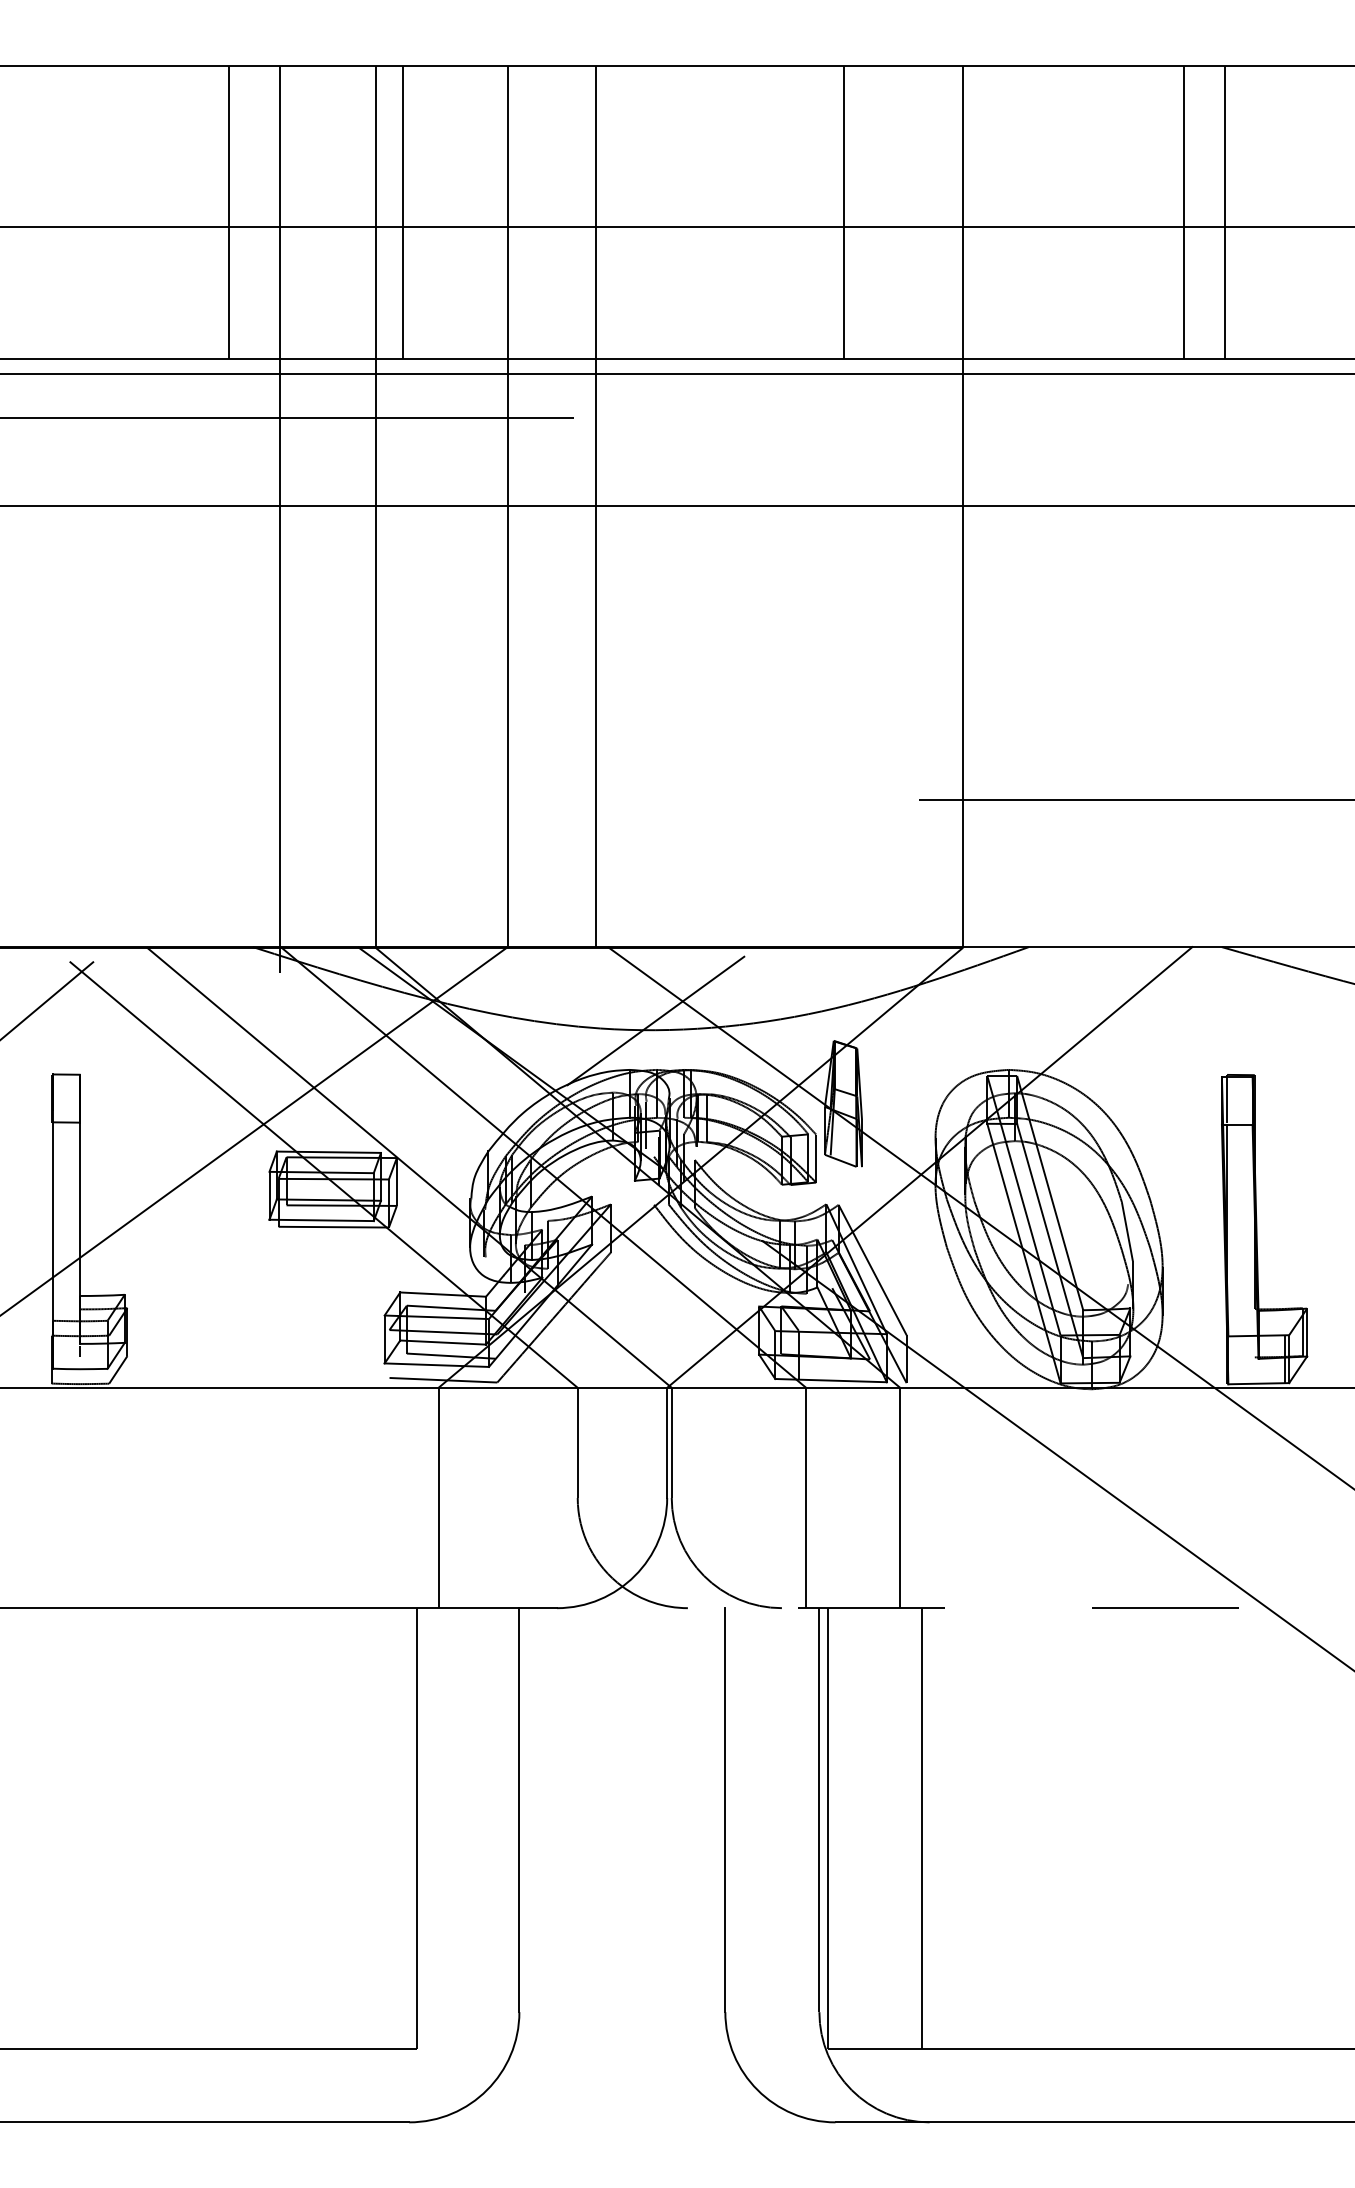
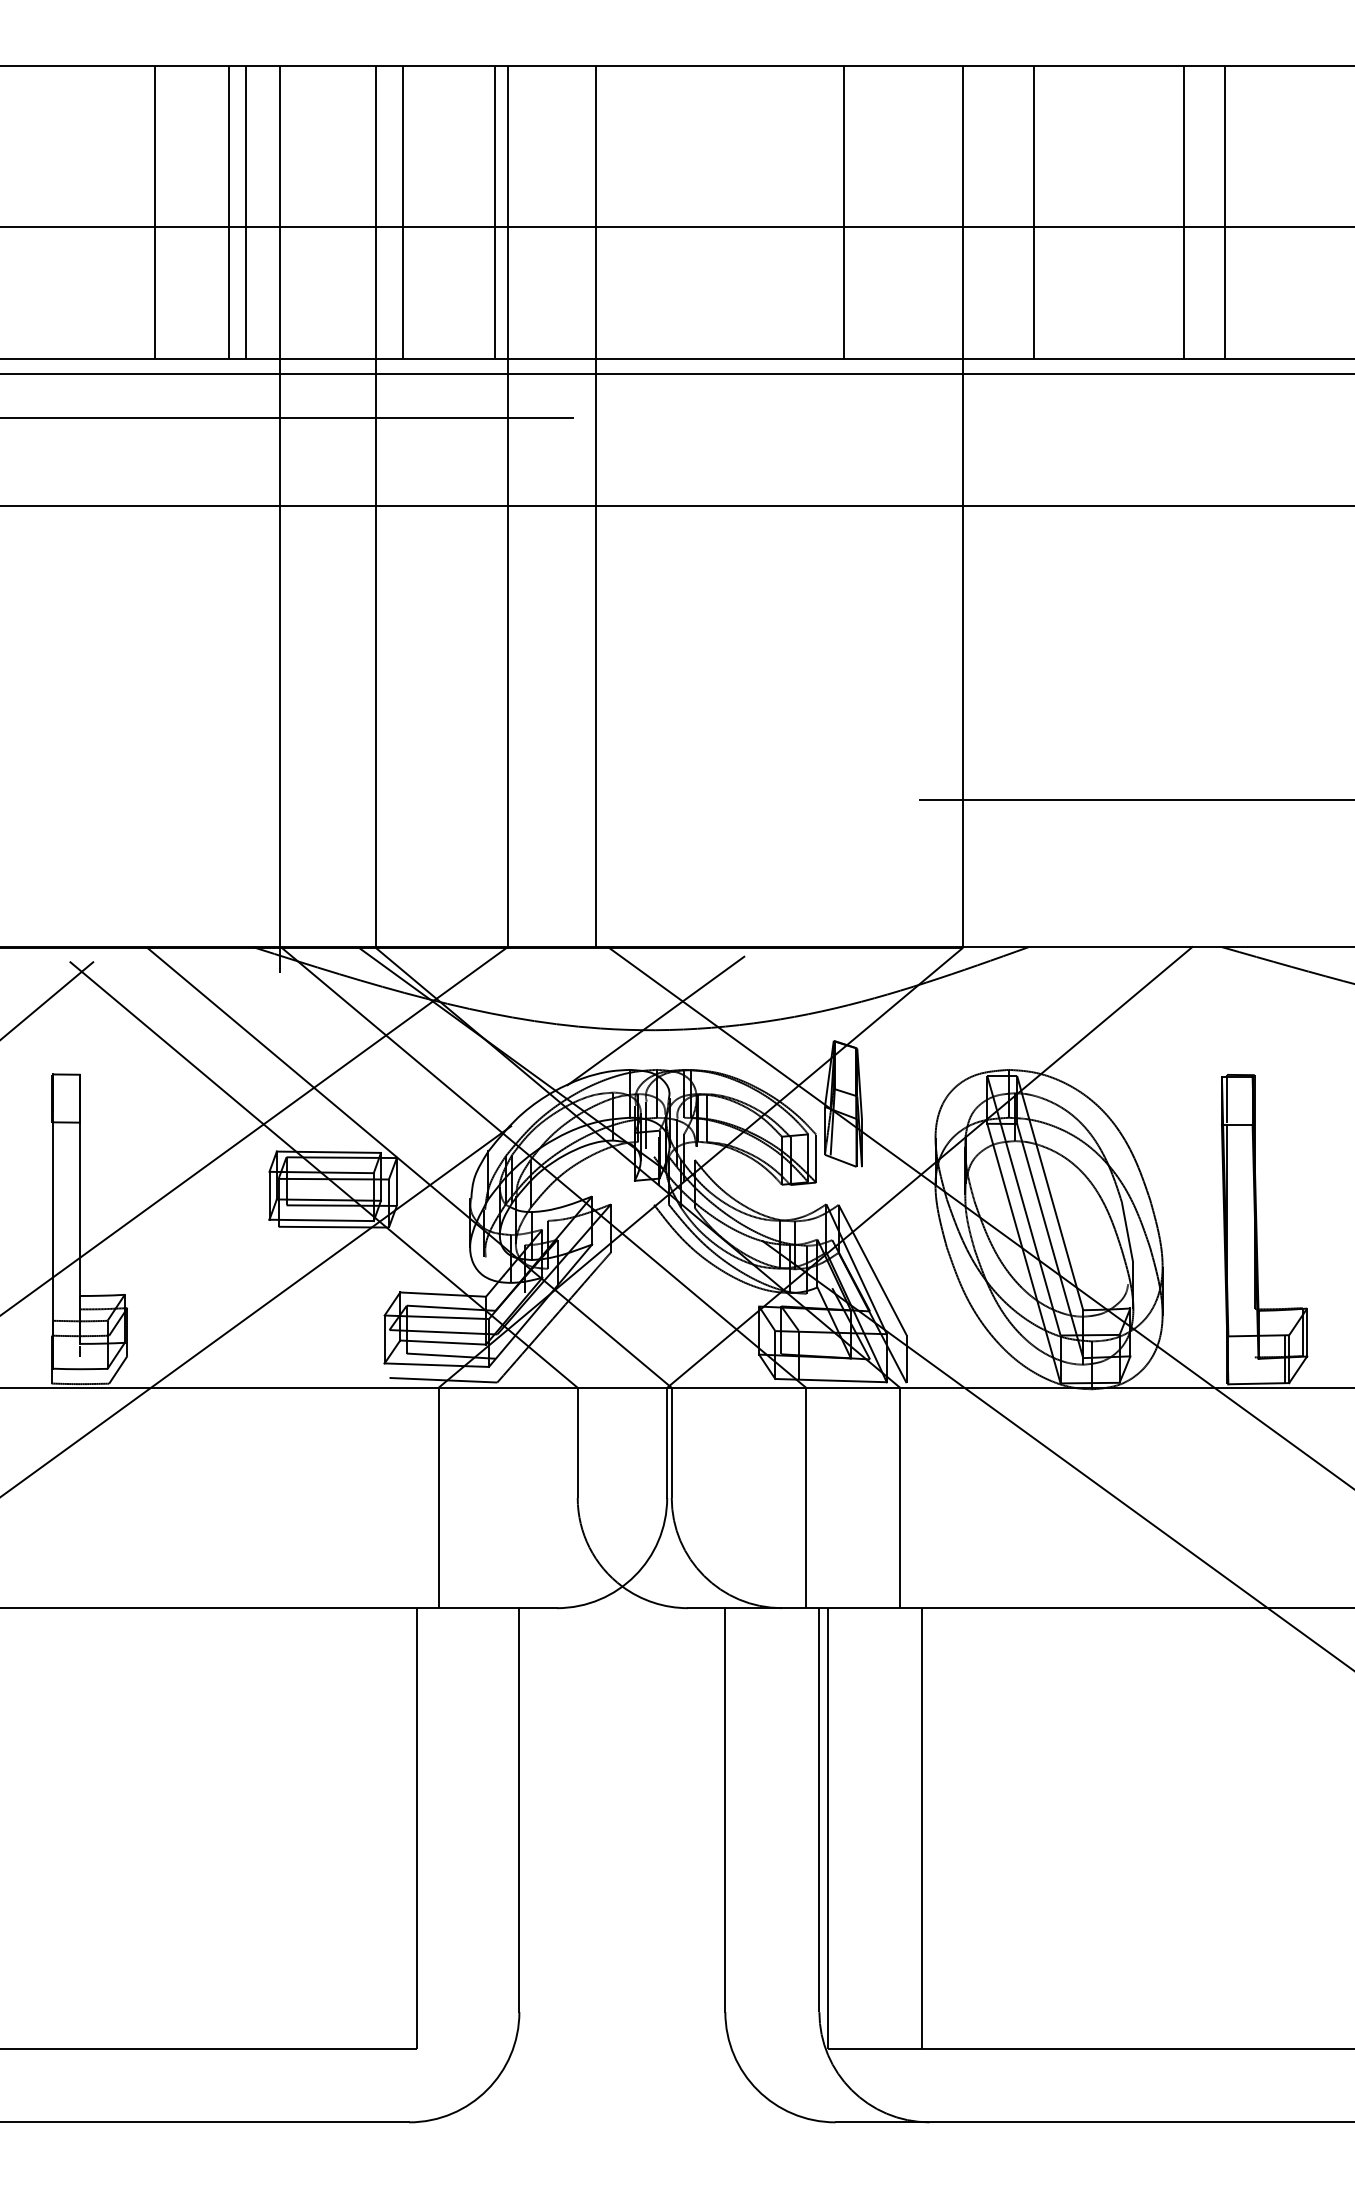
line at (155, 212): none -> present
line at (246, 212): none -> present
line at (494, 212): none -> present
line at (1034, 212): none -> present
line at (256, 1310): none -> present
line at (1020, 1608): dashed -> solid
